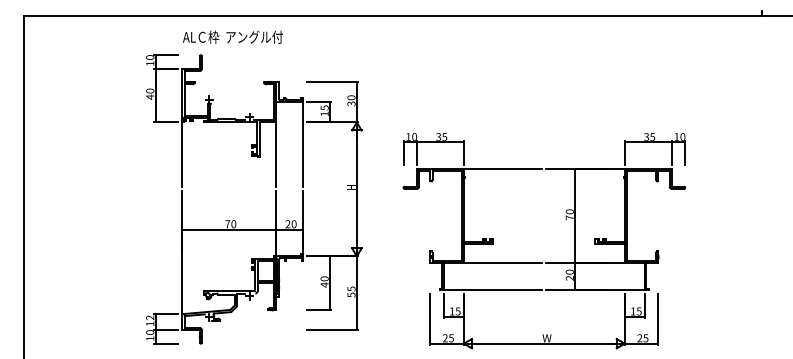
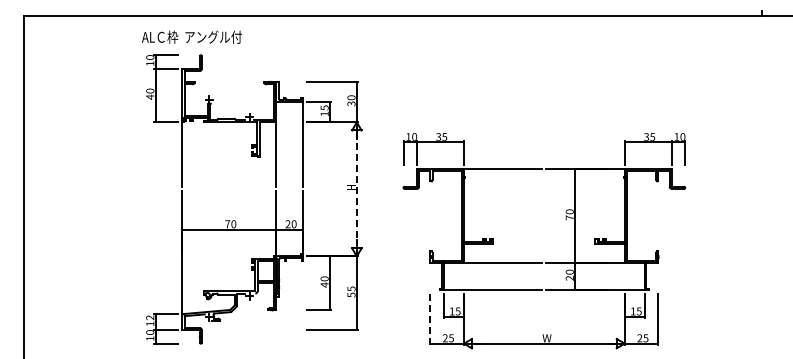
text at (232, 36) position: (232, 36) -> (191, 36)
line at (356, 189): solid -> dashed
line at (430, 320): solid -> dashed
